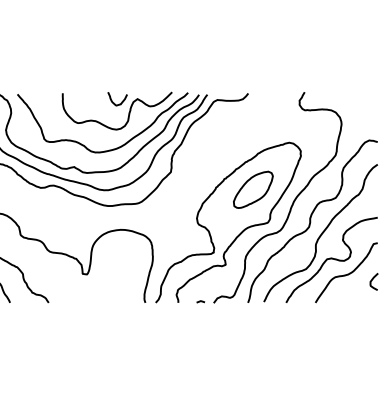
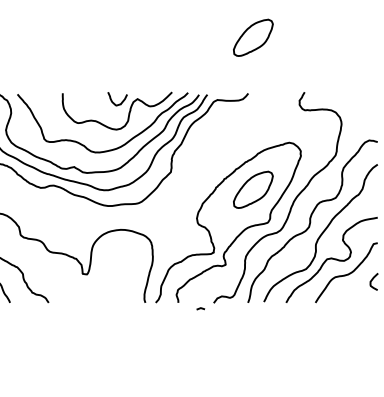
part at (253, 37): none -> present
line at (200, 301) position: (200, 301) -> (200, 308)
